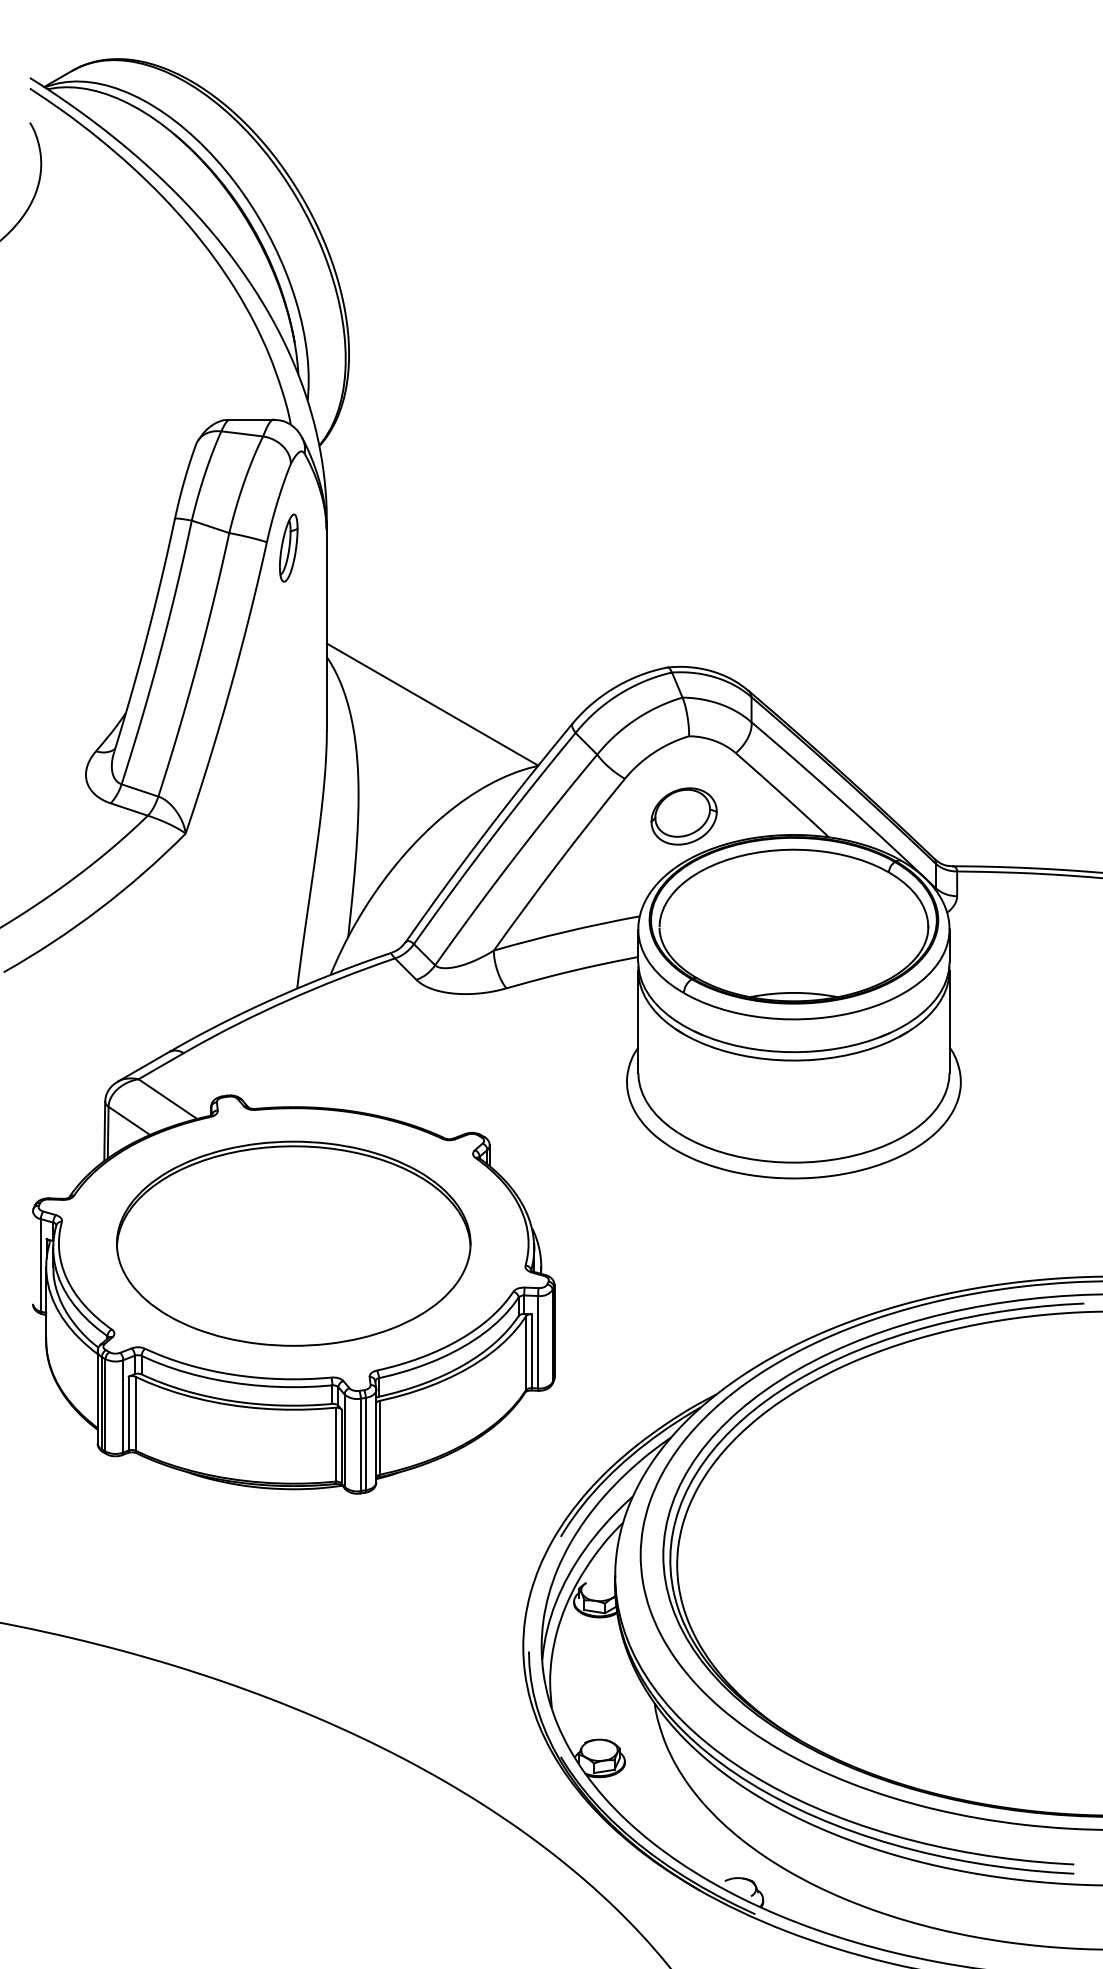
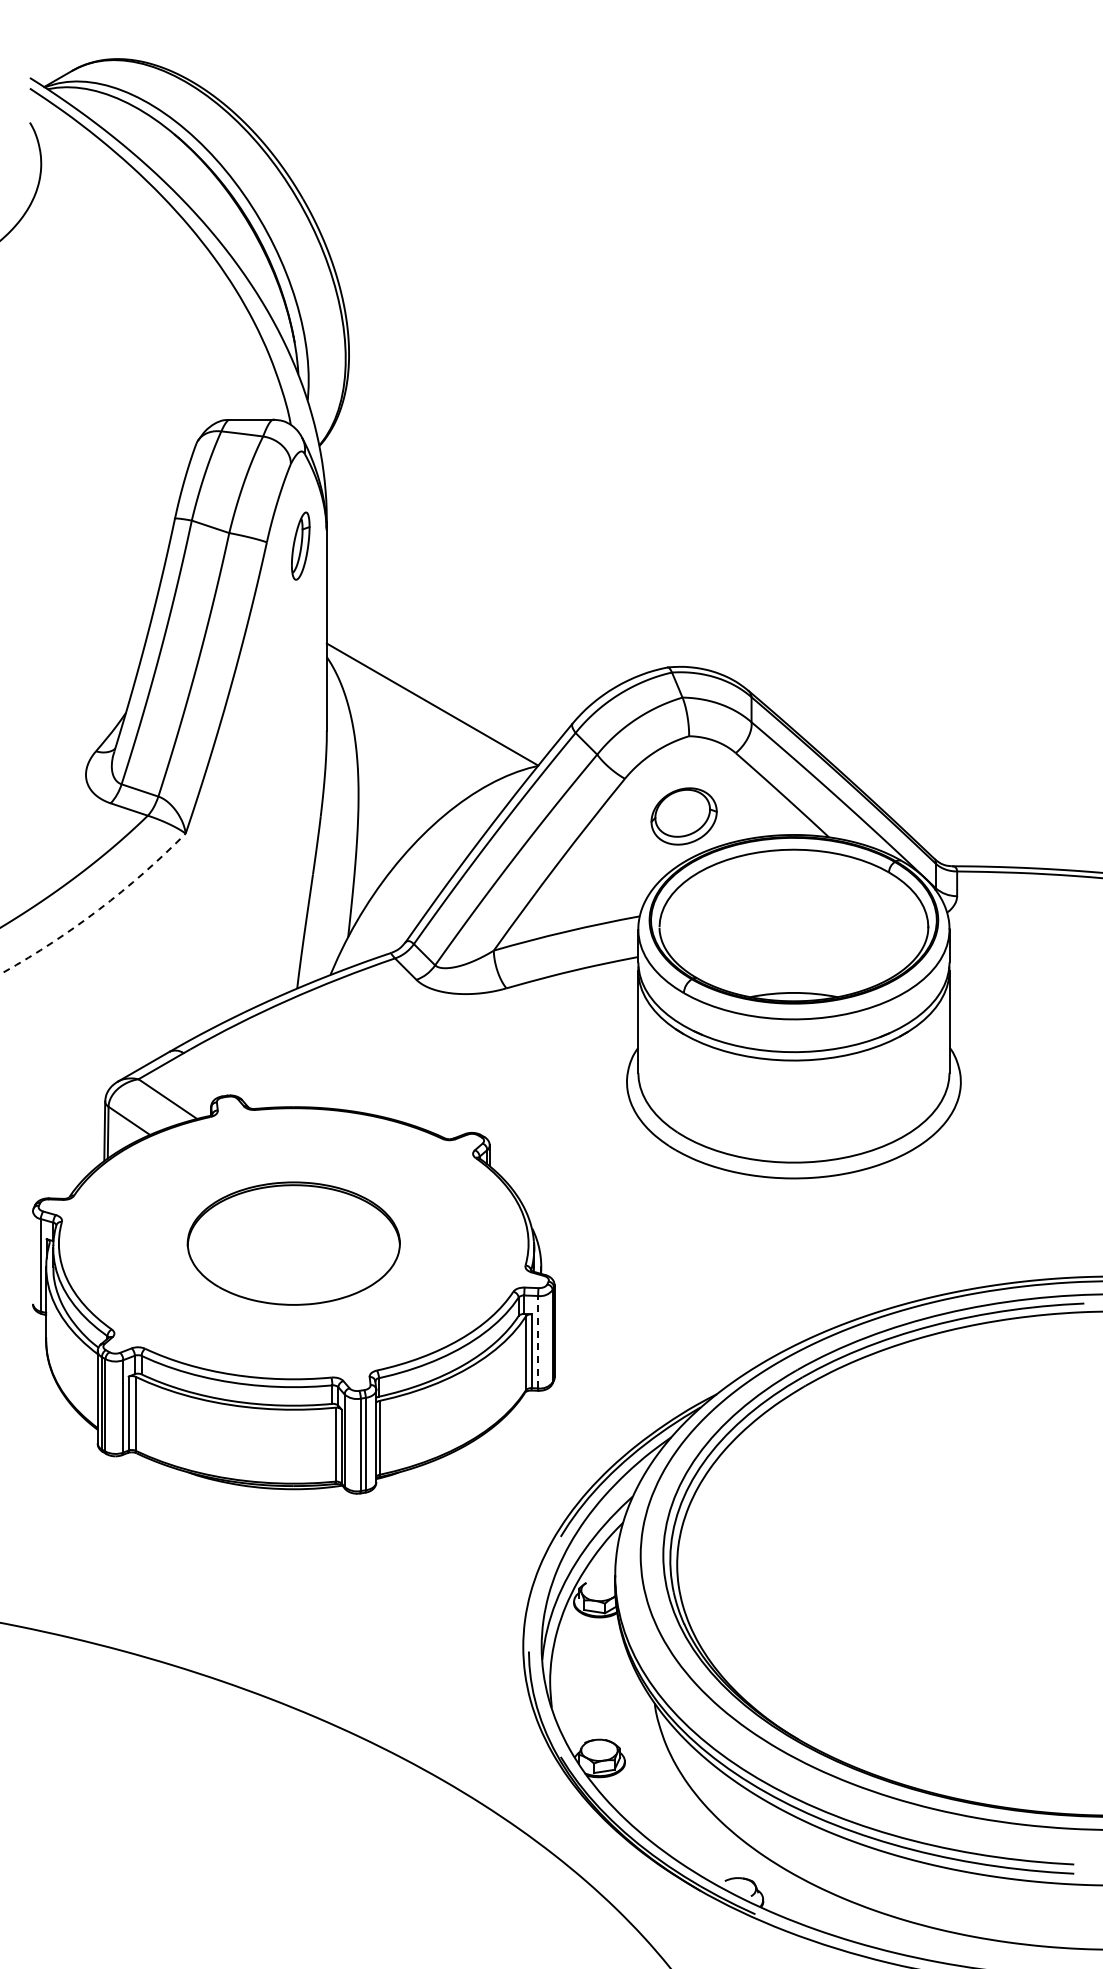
part at (288, 547) position: (288, 547) -> (300, 545)
arc at (99, 909): solid -> dashed
part at (293, 1243) size: 356x207 px -> 215x125 px
line at (538, 1341): solid -> dashed
